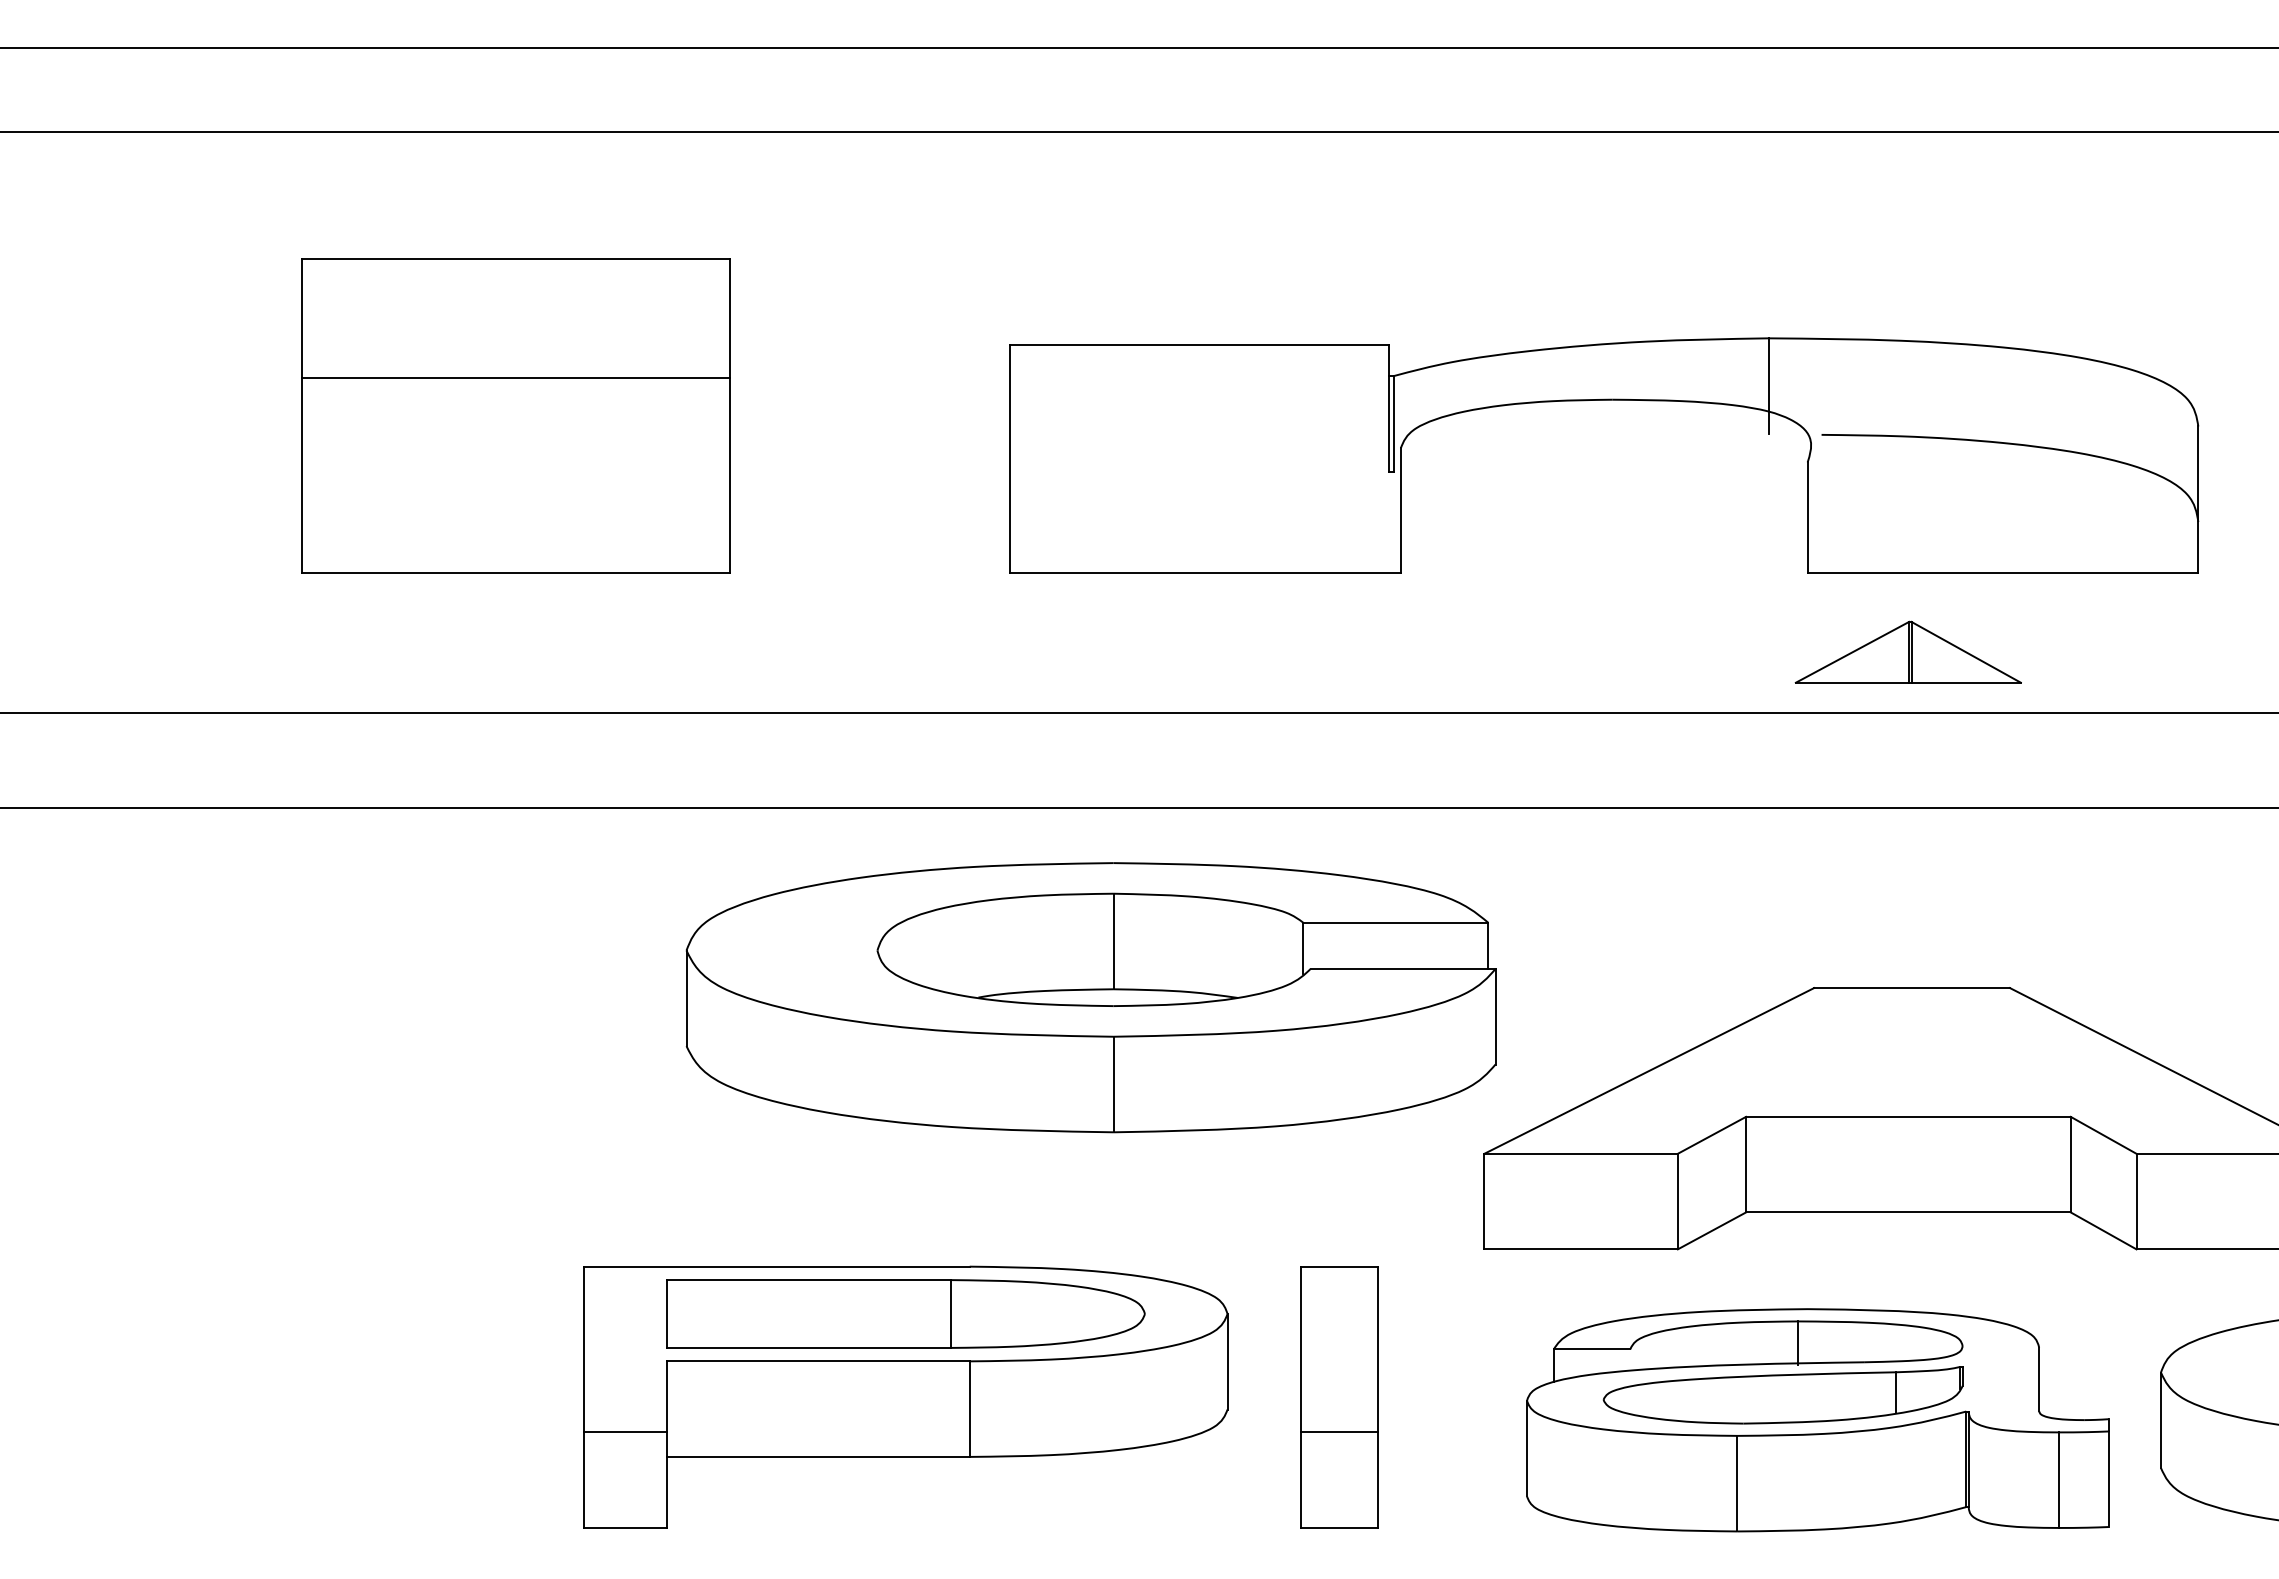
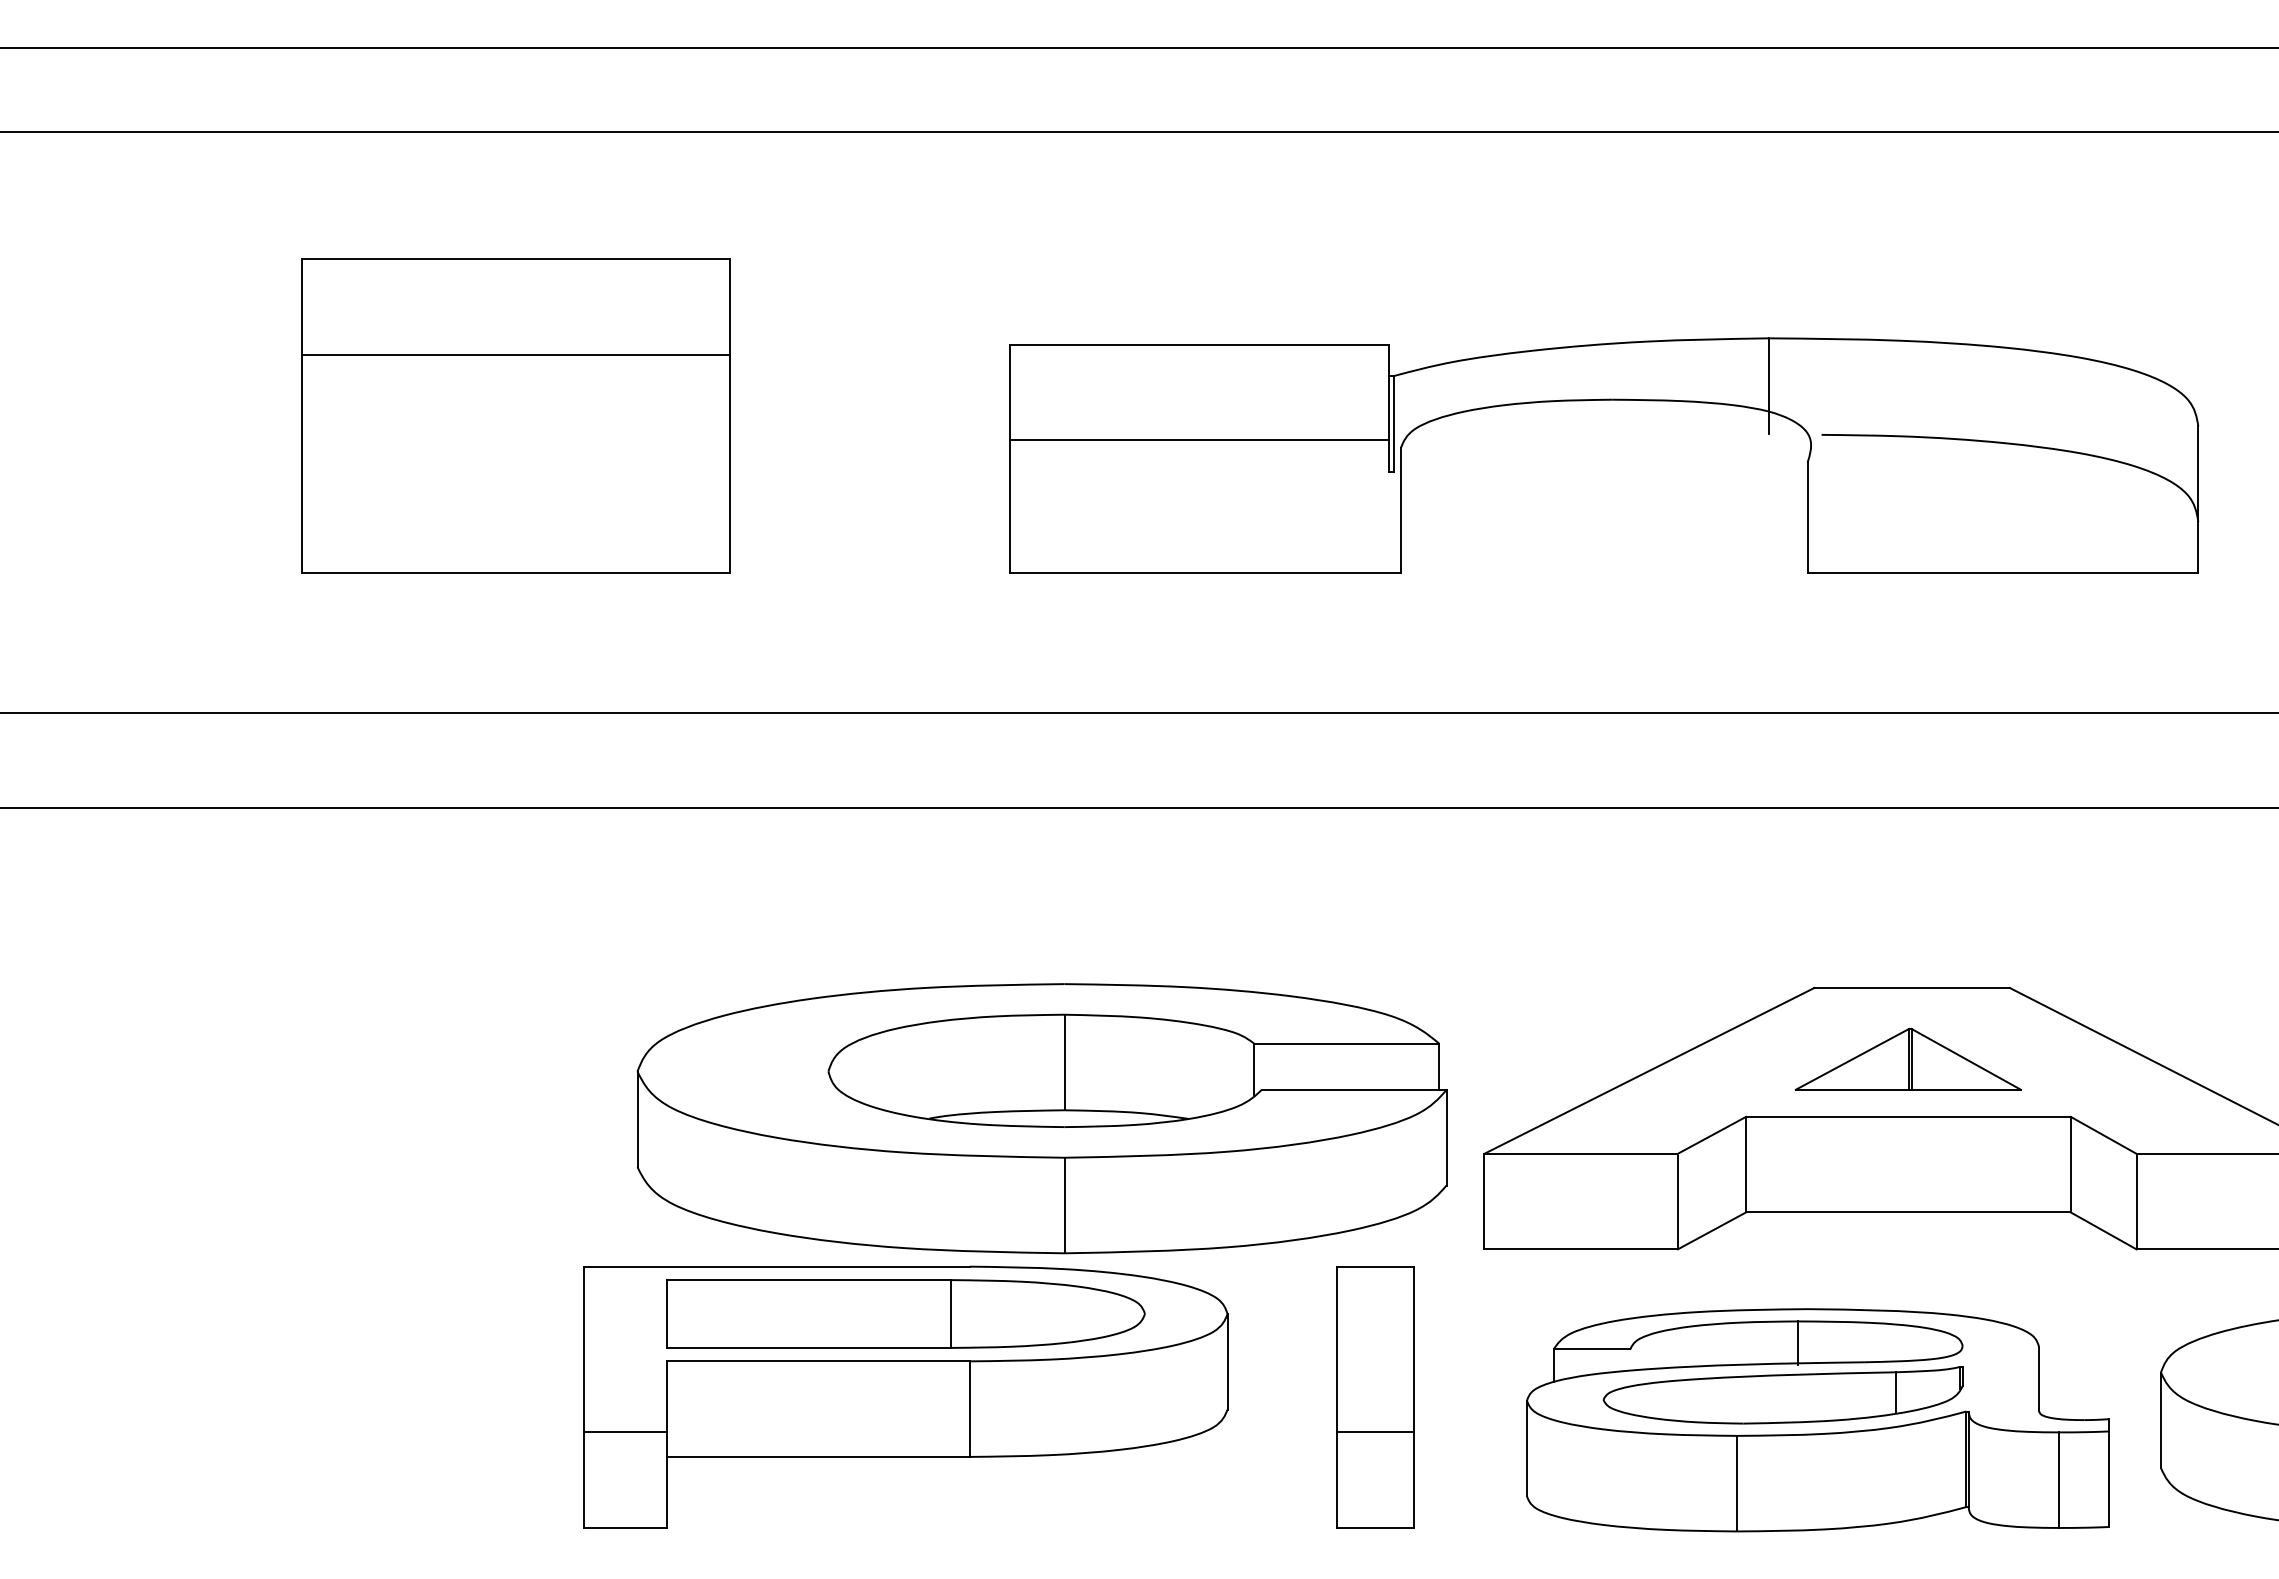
line at (515, 377) position: (515, 377) -> (515, 354)
line at (1199, 440): none -> present
part at (1907, 651) position: (1907, 651) -> (1907, 1058)
part at (1090, 997) position: (1090, 997) -> (1041, 1118)
part at (1339, 1397) position: (1339, 1397) -> (1375, 1397)
